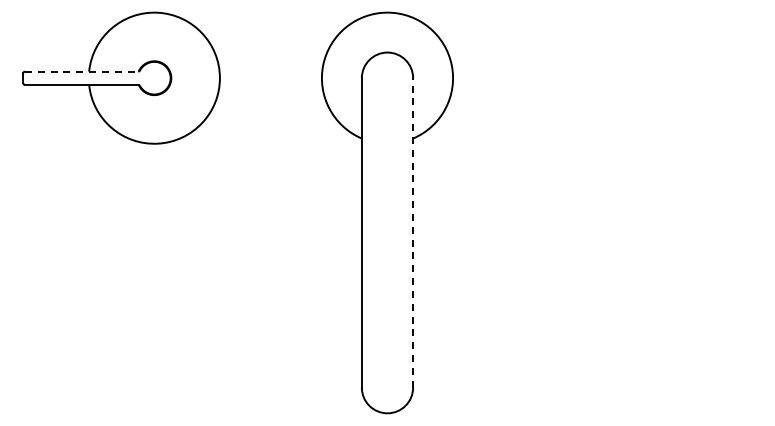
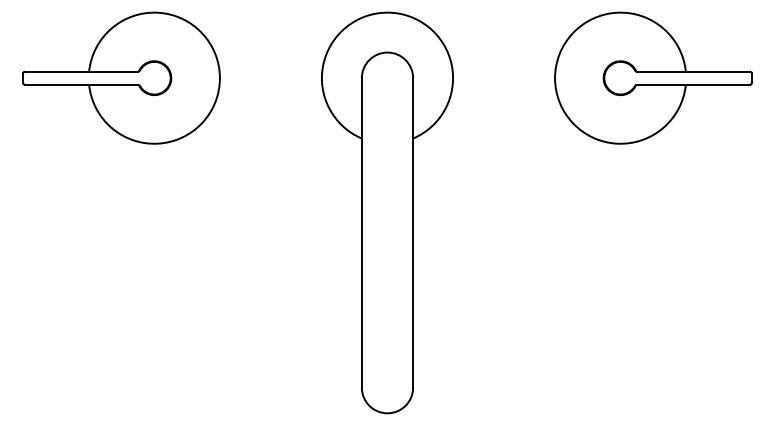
line at (81, 71): dashed -> solid
part at (653, 77): none -> present
line at (413, 232): dashed -> solid
